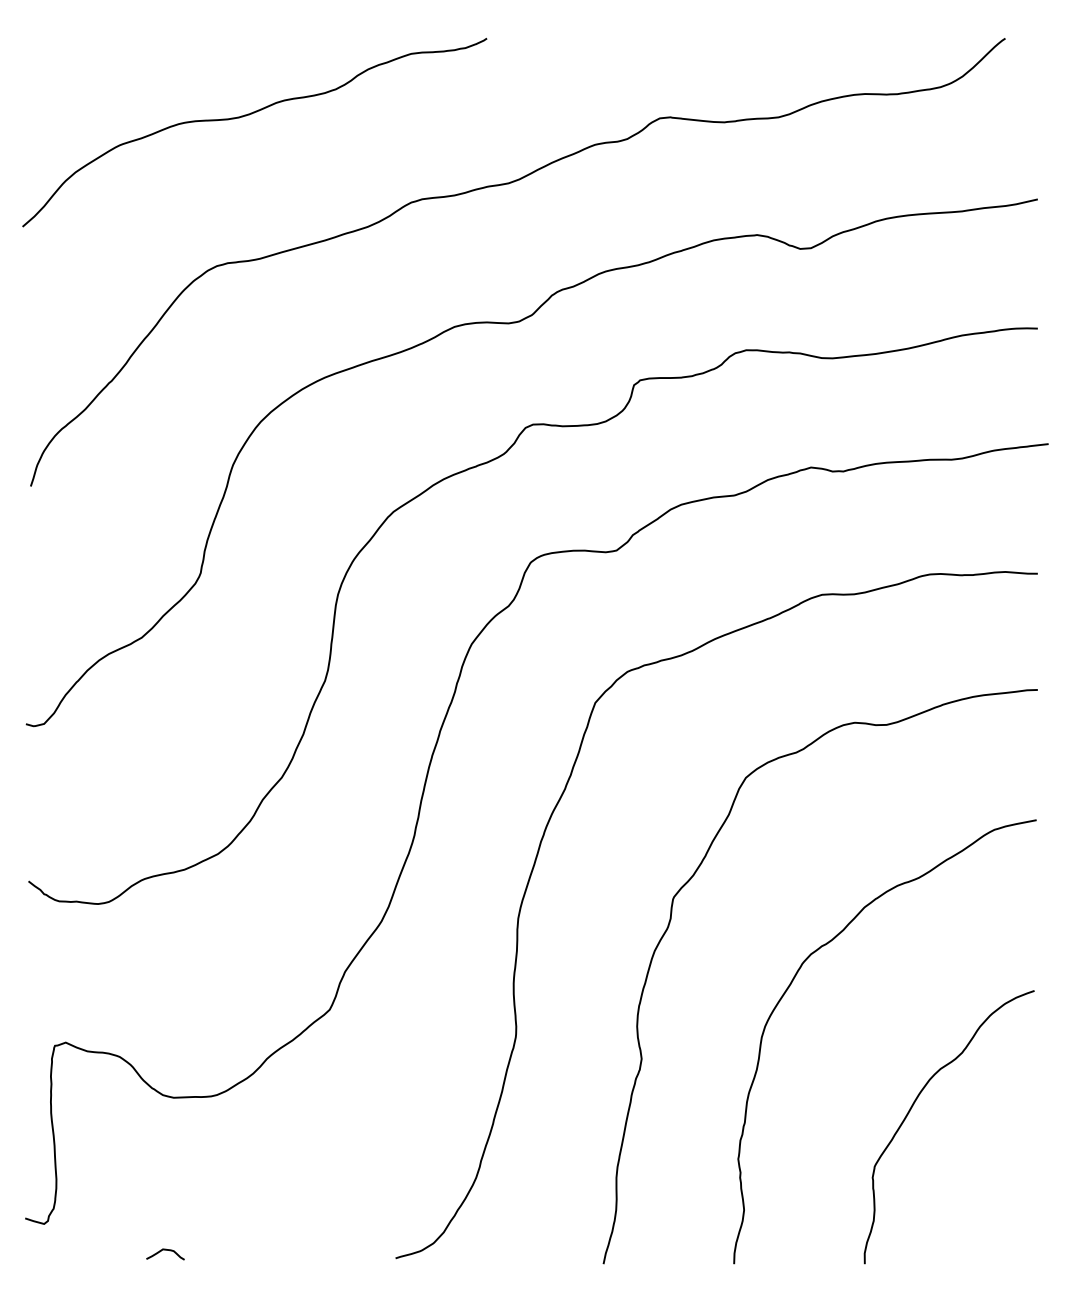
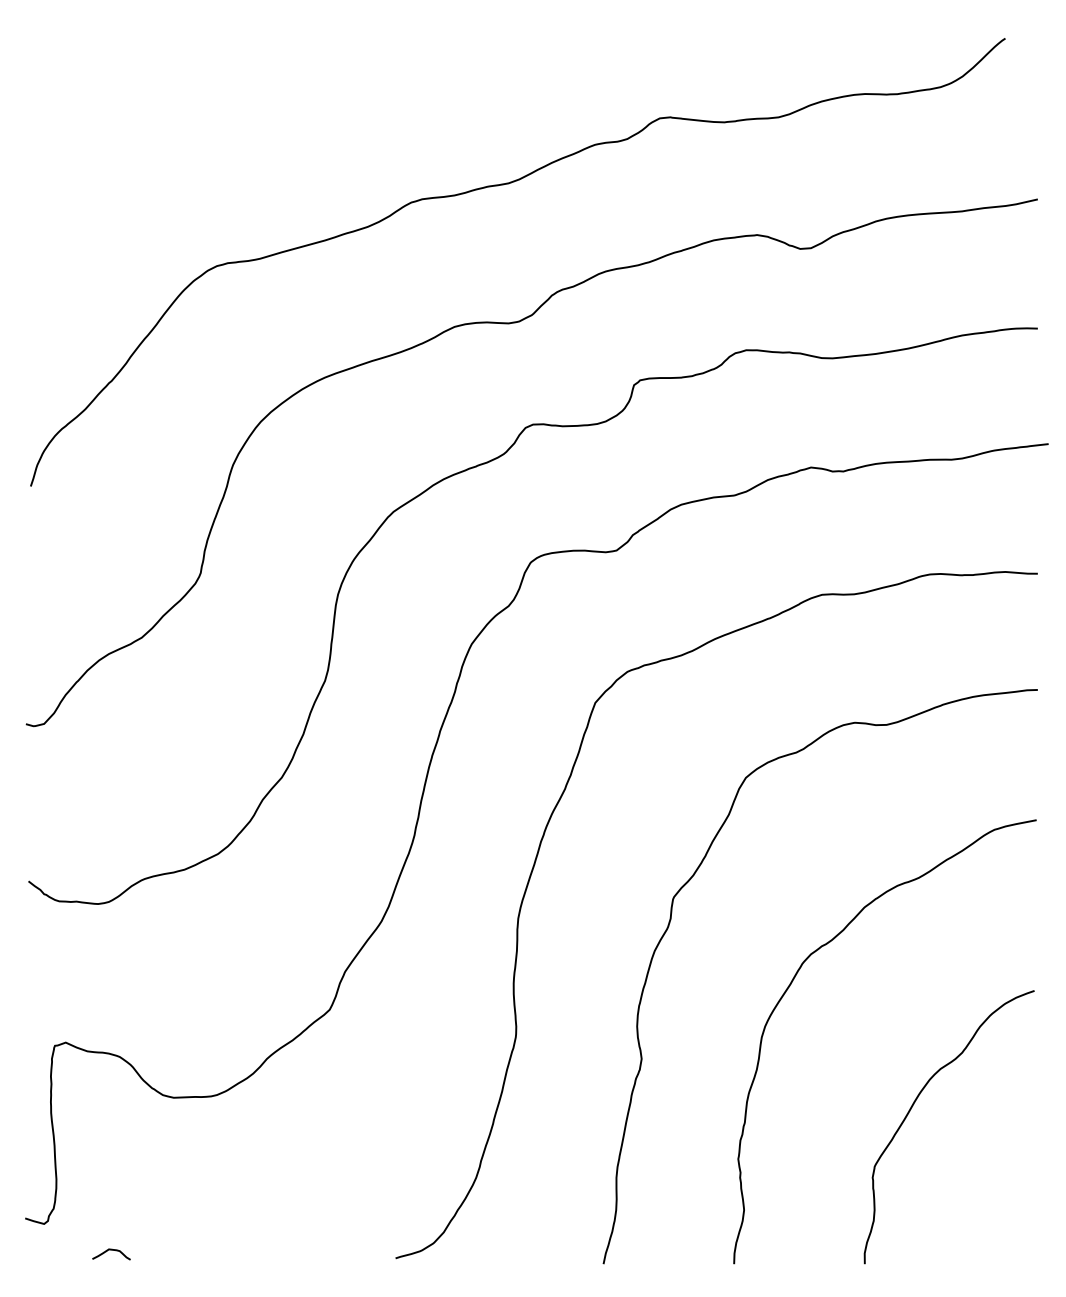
curve at (249, 115): present -> none
curve at (165, 1250) position: (165, 1250) -> (111, 1250)
